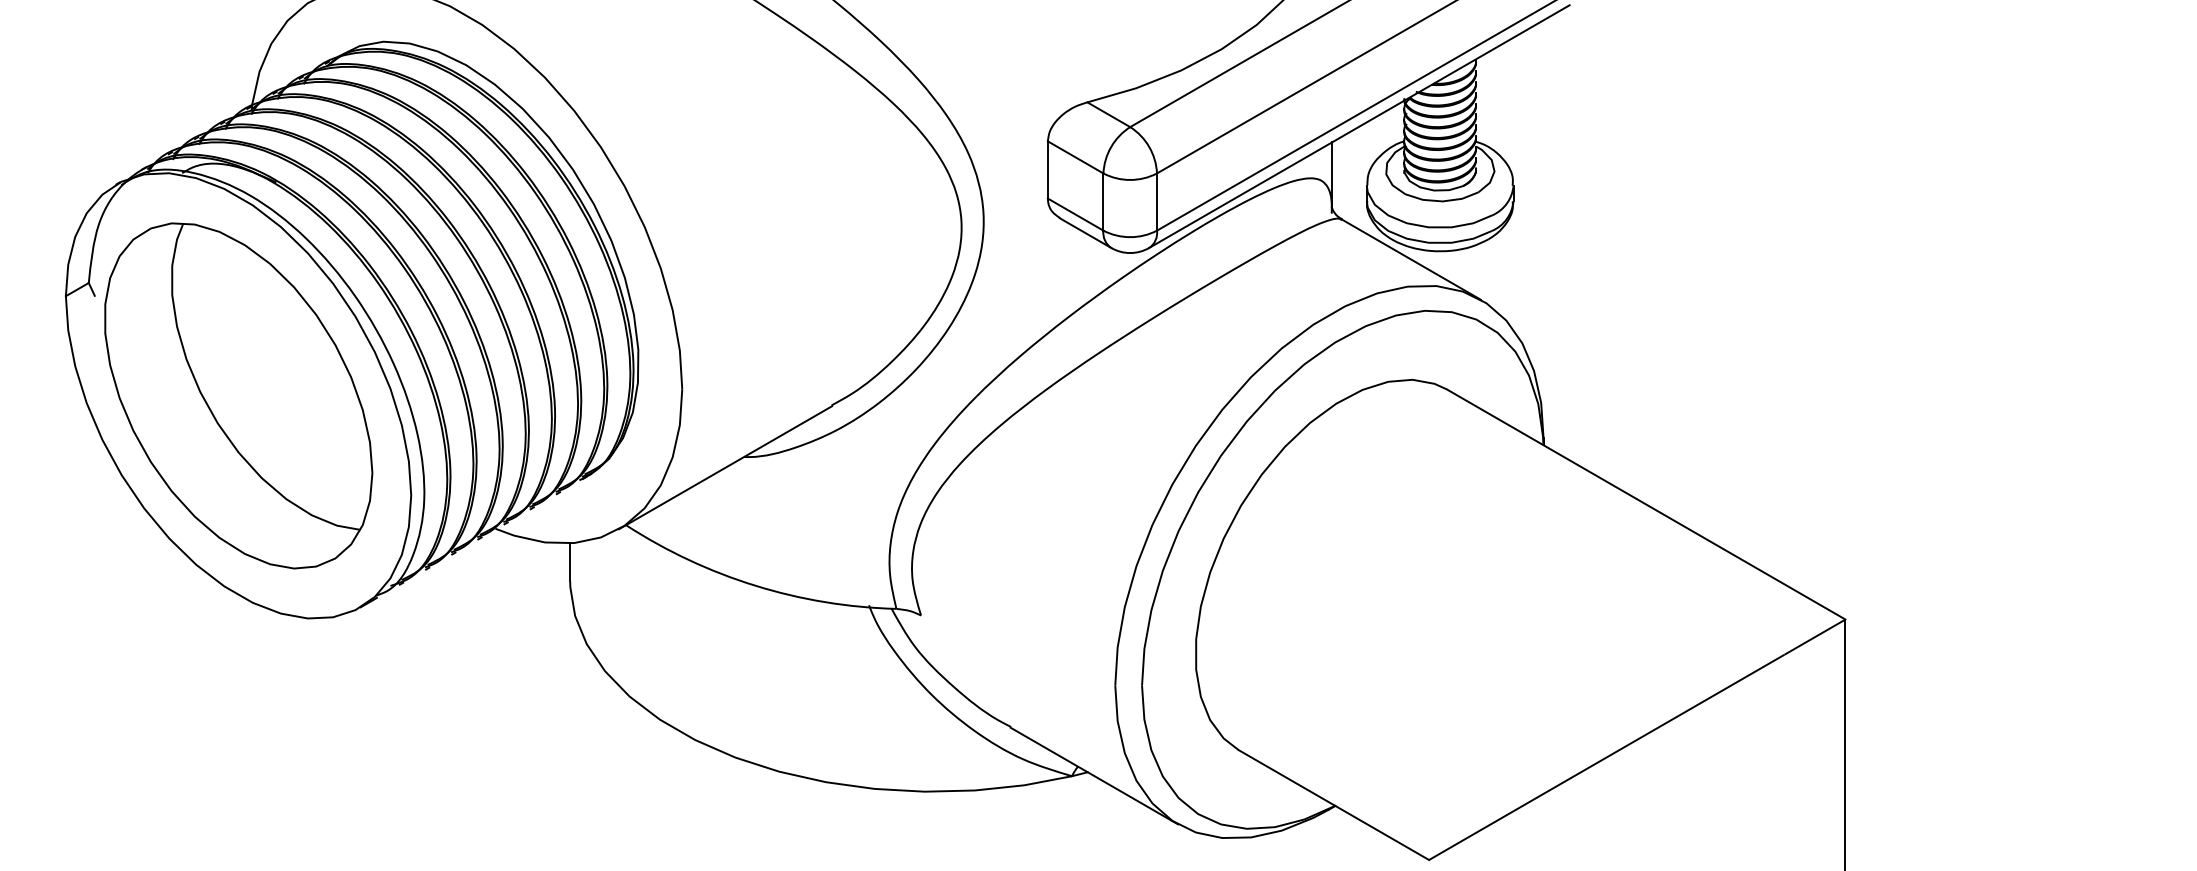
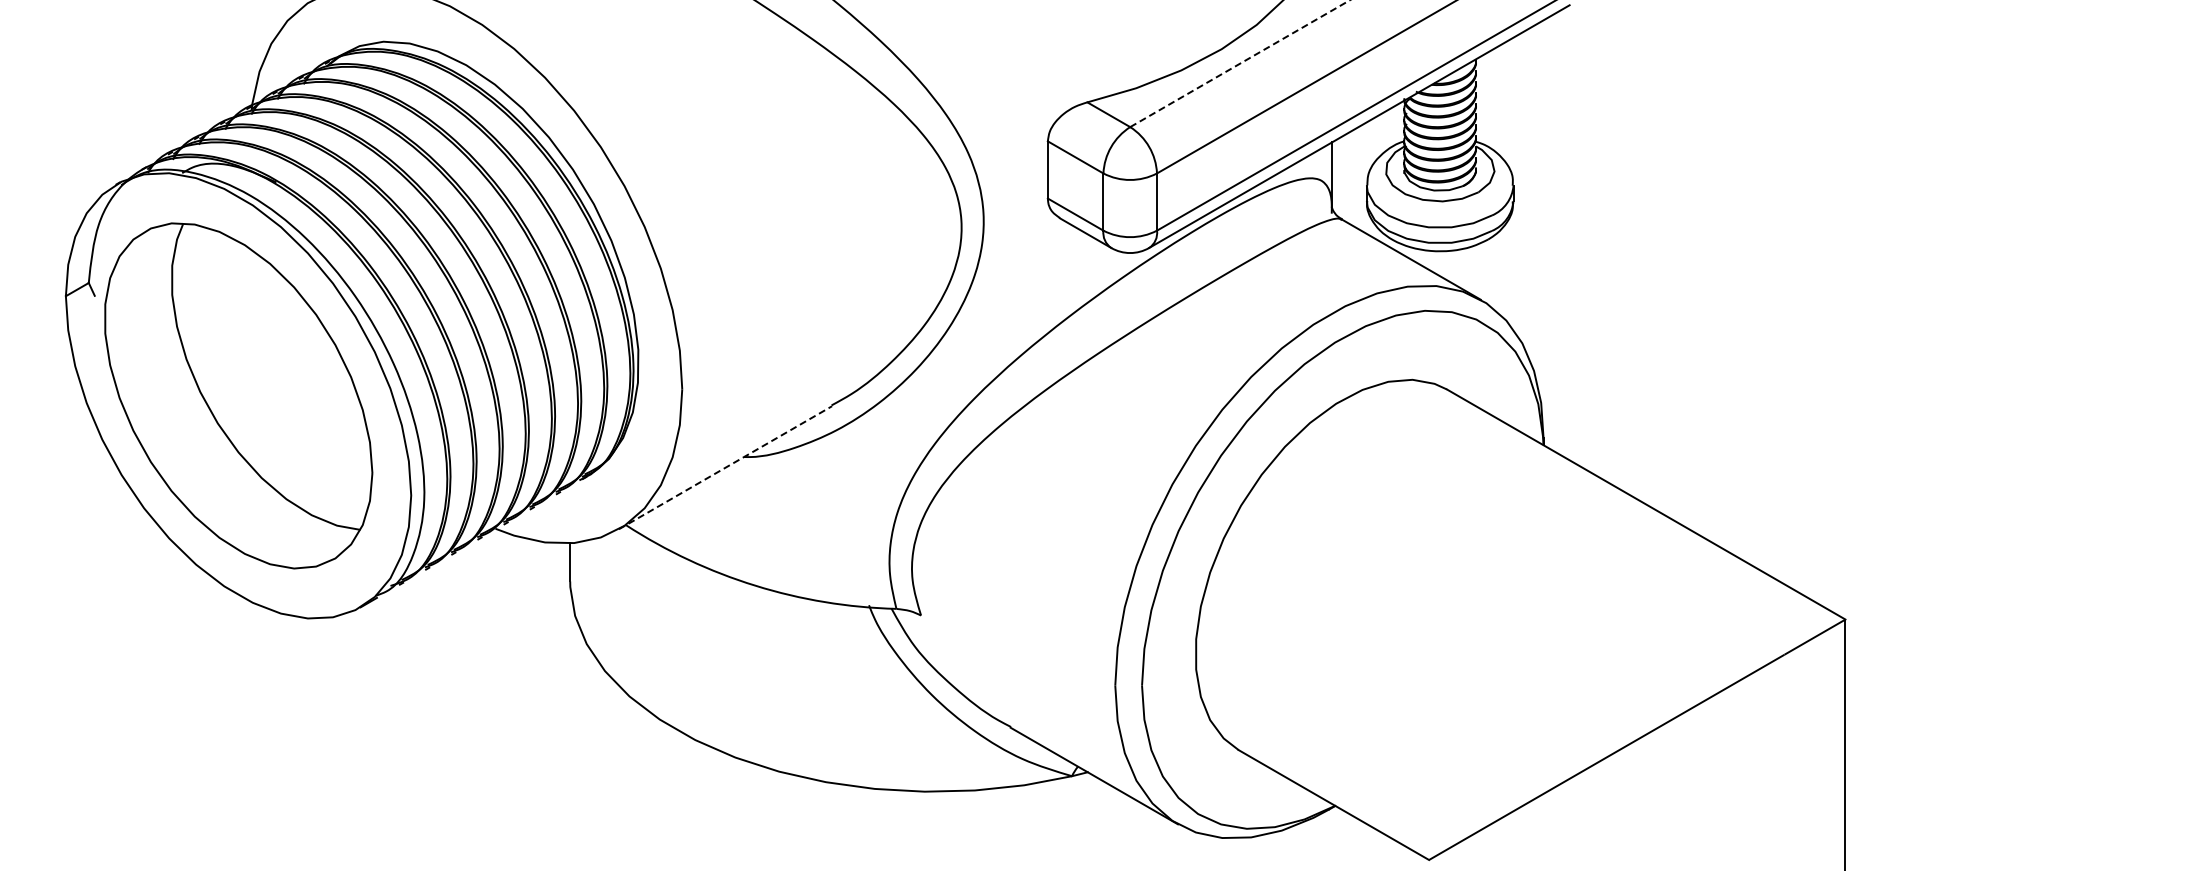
line at (1240, 63): solid -> dashed
line at (725, 467): solid -> dashed
